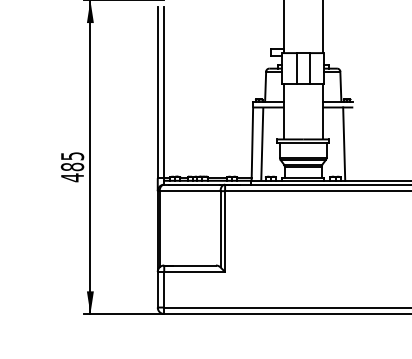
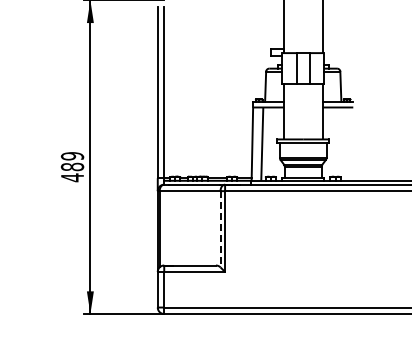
line at (344, 143): present -> none
text at (71, 156): 485 -> 489
line at (220, 229): solid -> dashed
